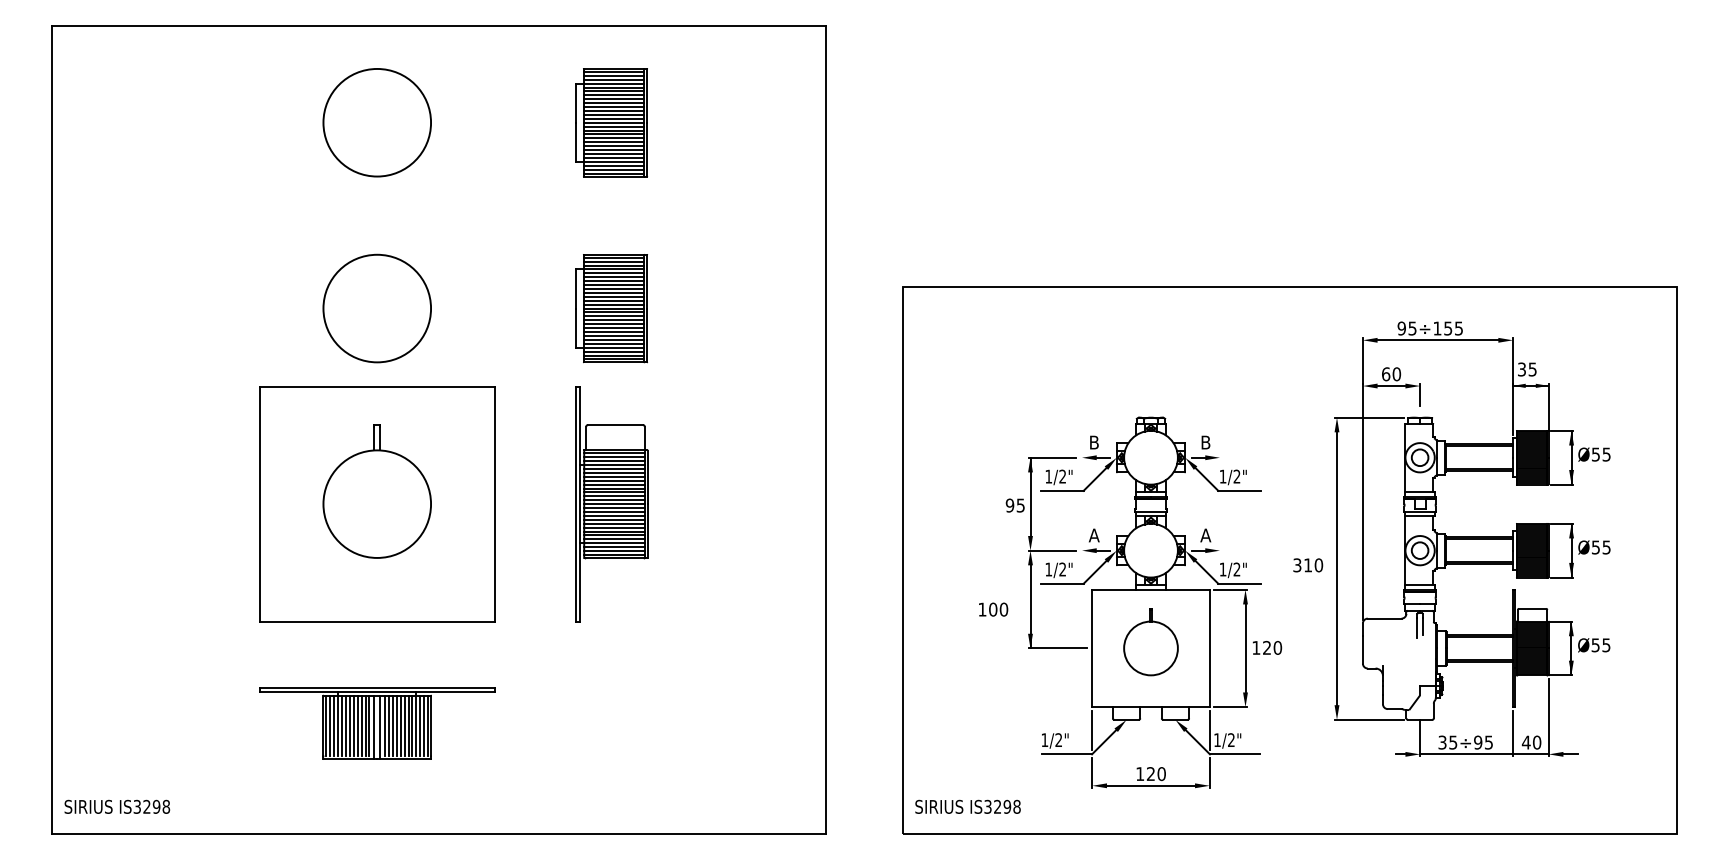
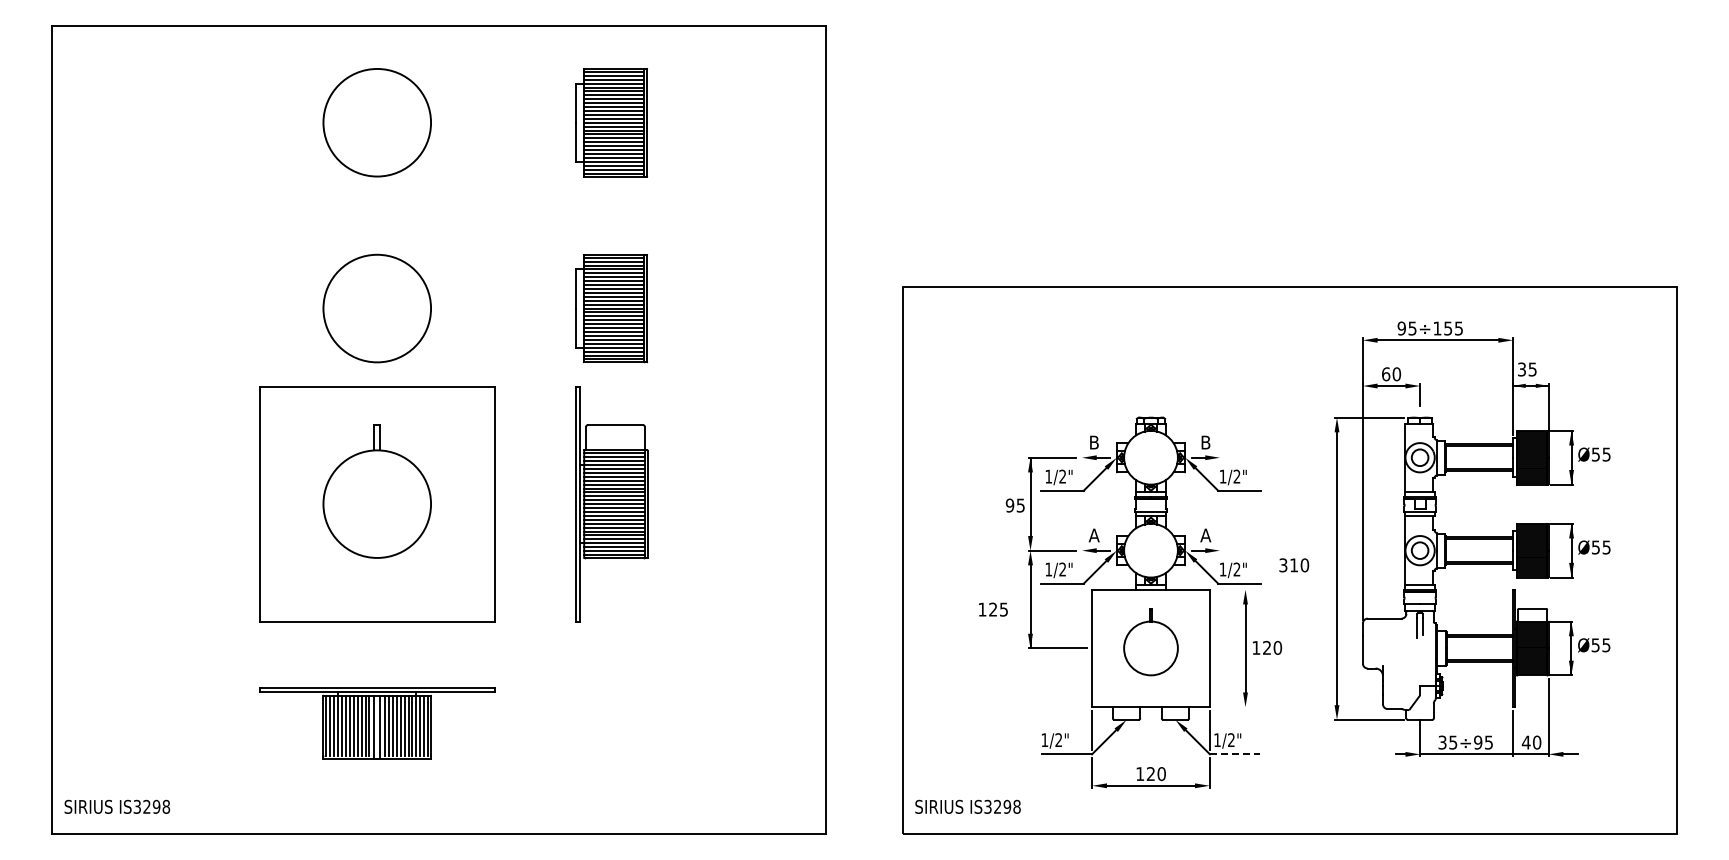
text at (1308, 565) position: (1308, 565) -> (1294, 565)
line at (1230, 589): present -> none
text at (998, 609): 100 -> 125
line at (1230, 707): present -> none
line at (1234, 754): solid -> dashed
